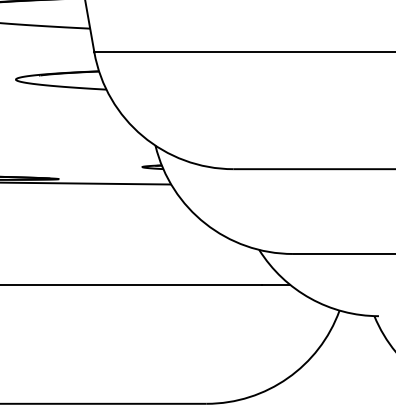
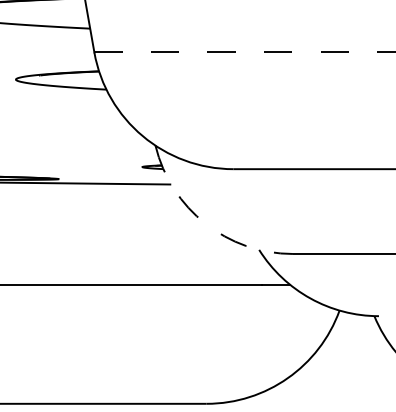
line at (245, 52): solid -> dashed
arc at (205, 223): solid -> dashed
